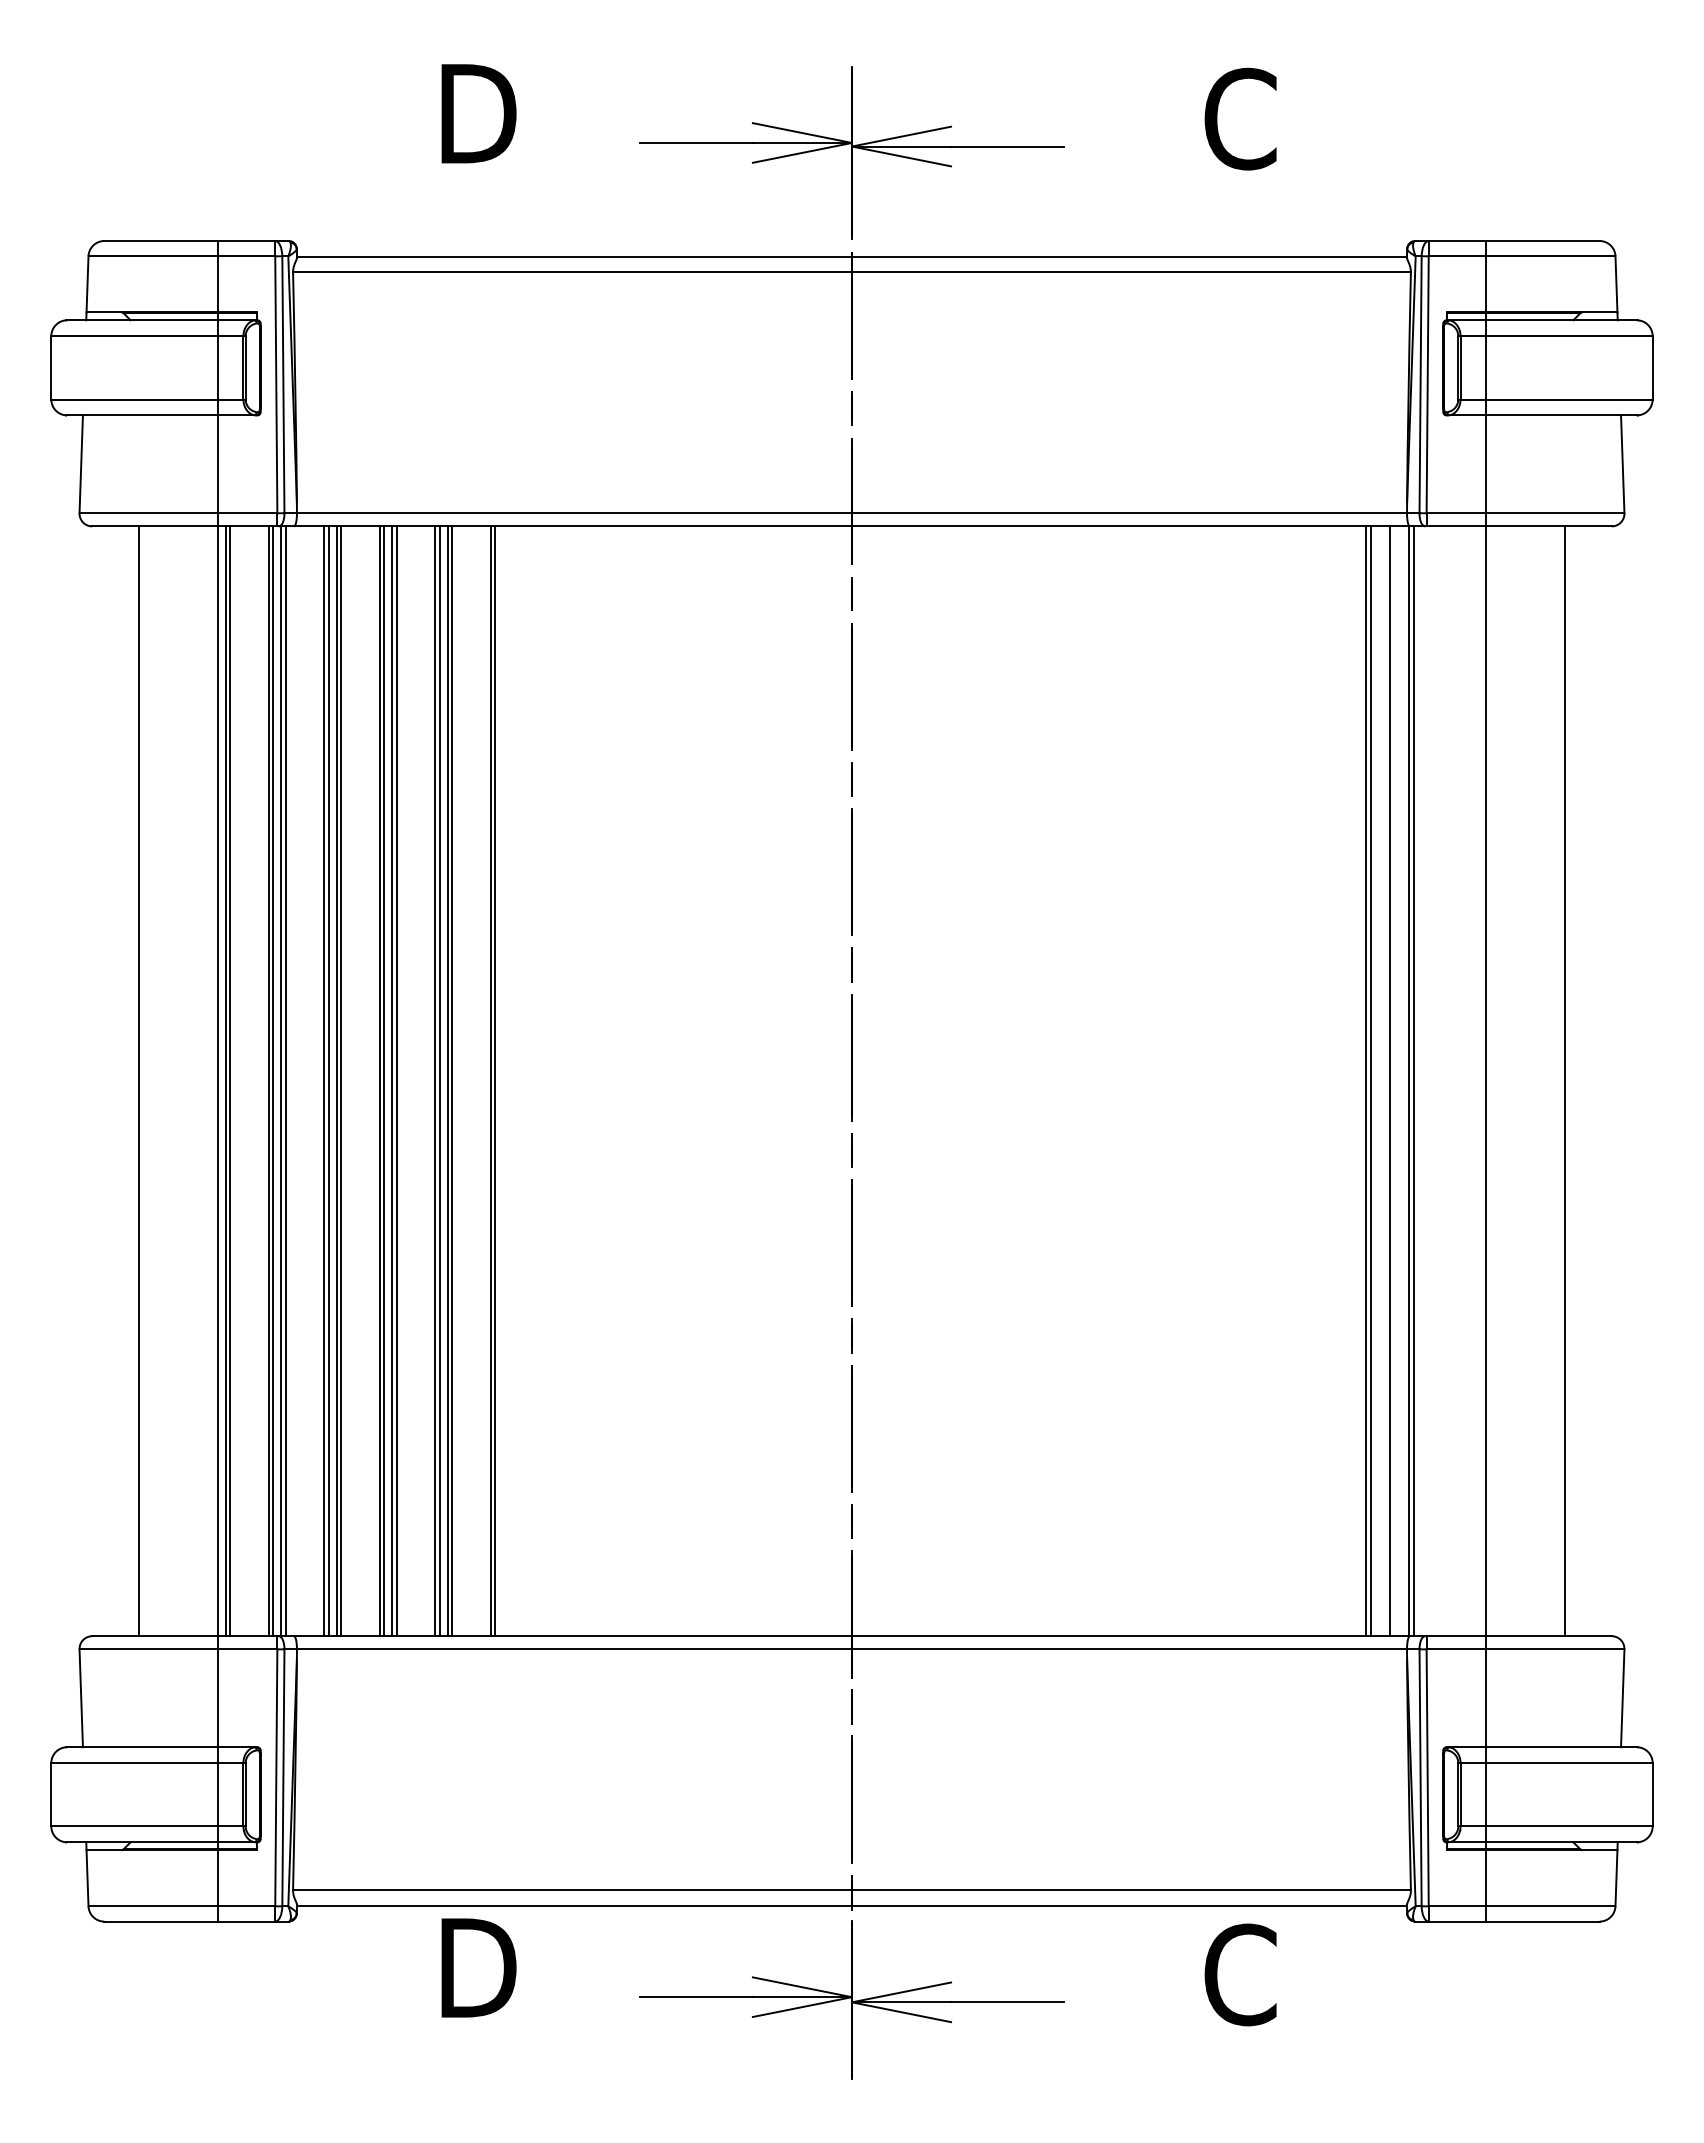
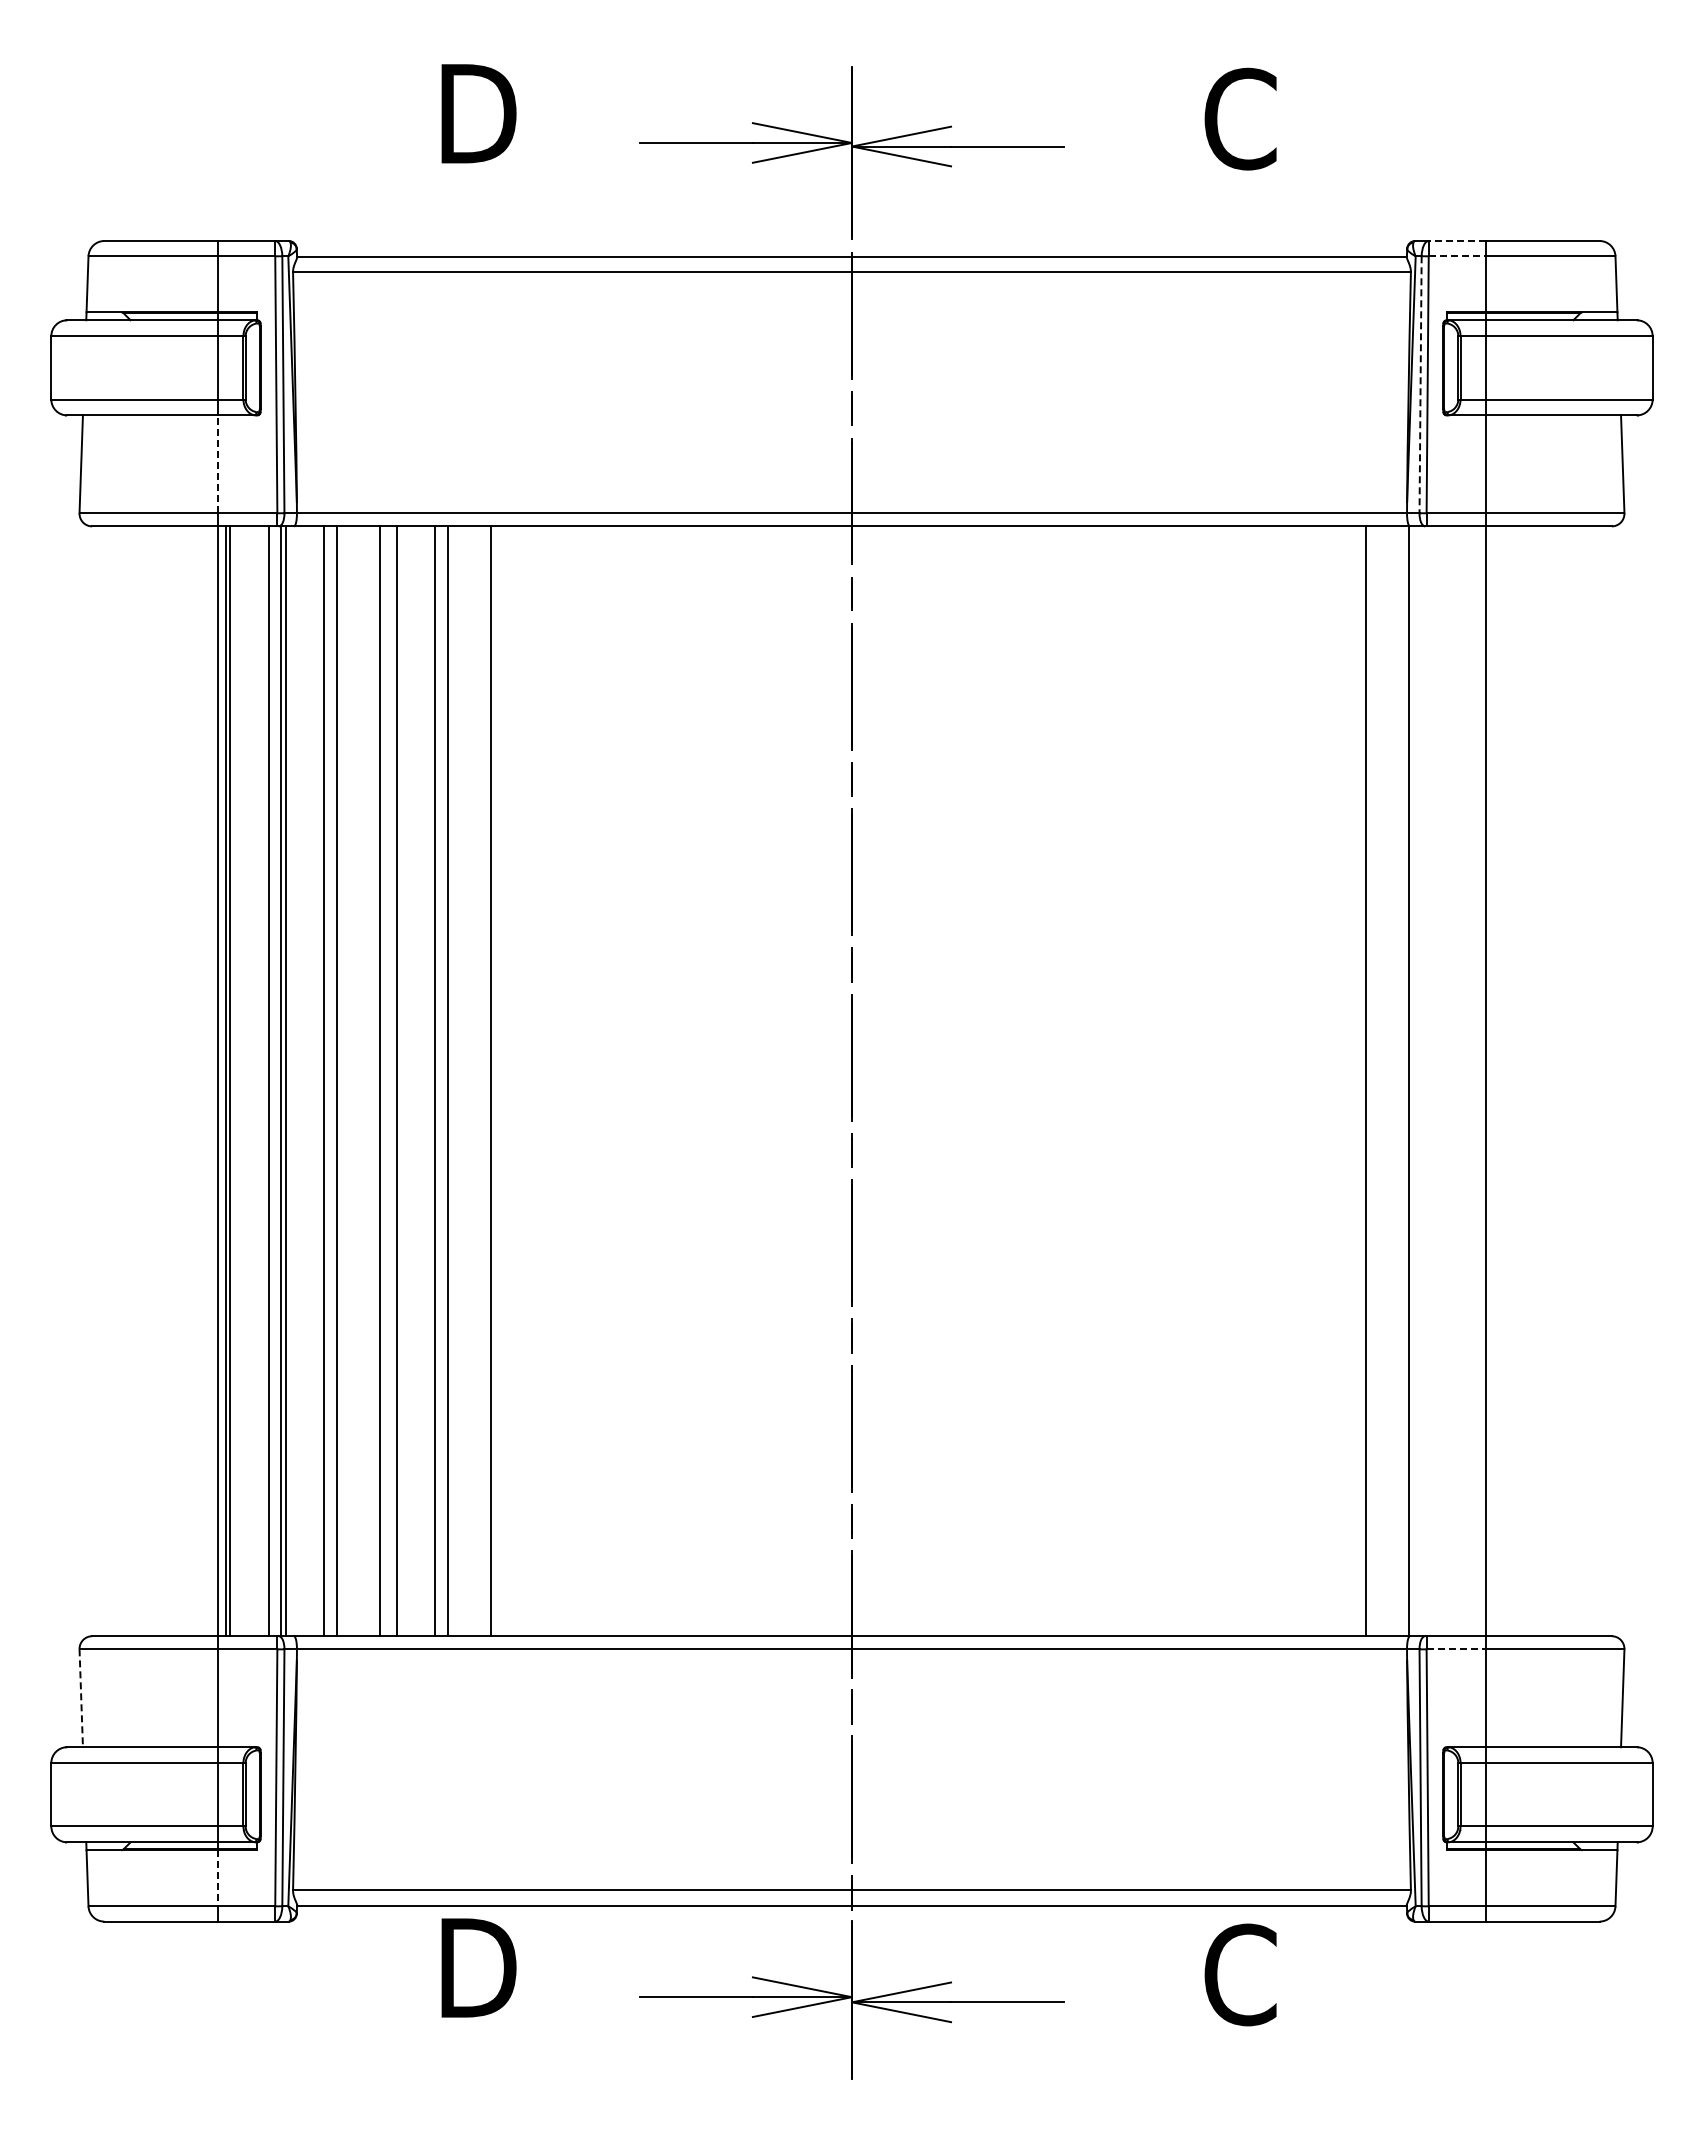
line at (1457, 241): solid -> dashed
line at (1457, 256): solid -> dashed
line at (1420, 385): solid -> dashed
line at (217, 464): solid -> dashed
line at (138, 1081): present -> none
line at (273, 1081): present -> none
line at (328, 1081): present -> none
line at (341, 1081): present -> none
line at (384, 1081): present -> none
line at (392, 1081): present -> none
line at (439, 1081): present -> none
line at (452, 1081): present -> none
line at (495, 1081): present -> none
line at (1371, 1081): present -> none
line at (1390, 1081): present -> none
line at (1414, 1081): present -> none
line at (1565, 1081): present -> none
line at (1456, 1649): solid -> dashed
line at (81, 1698): solid -> dashed
line at (217, 1878): solid -> dashed
